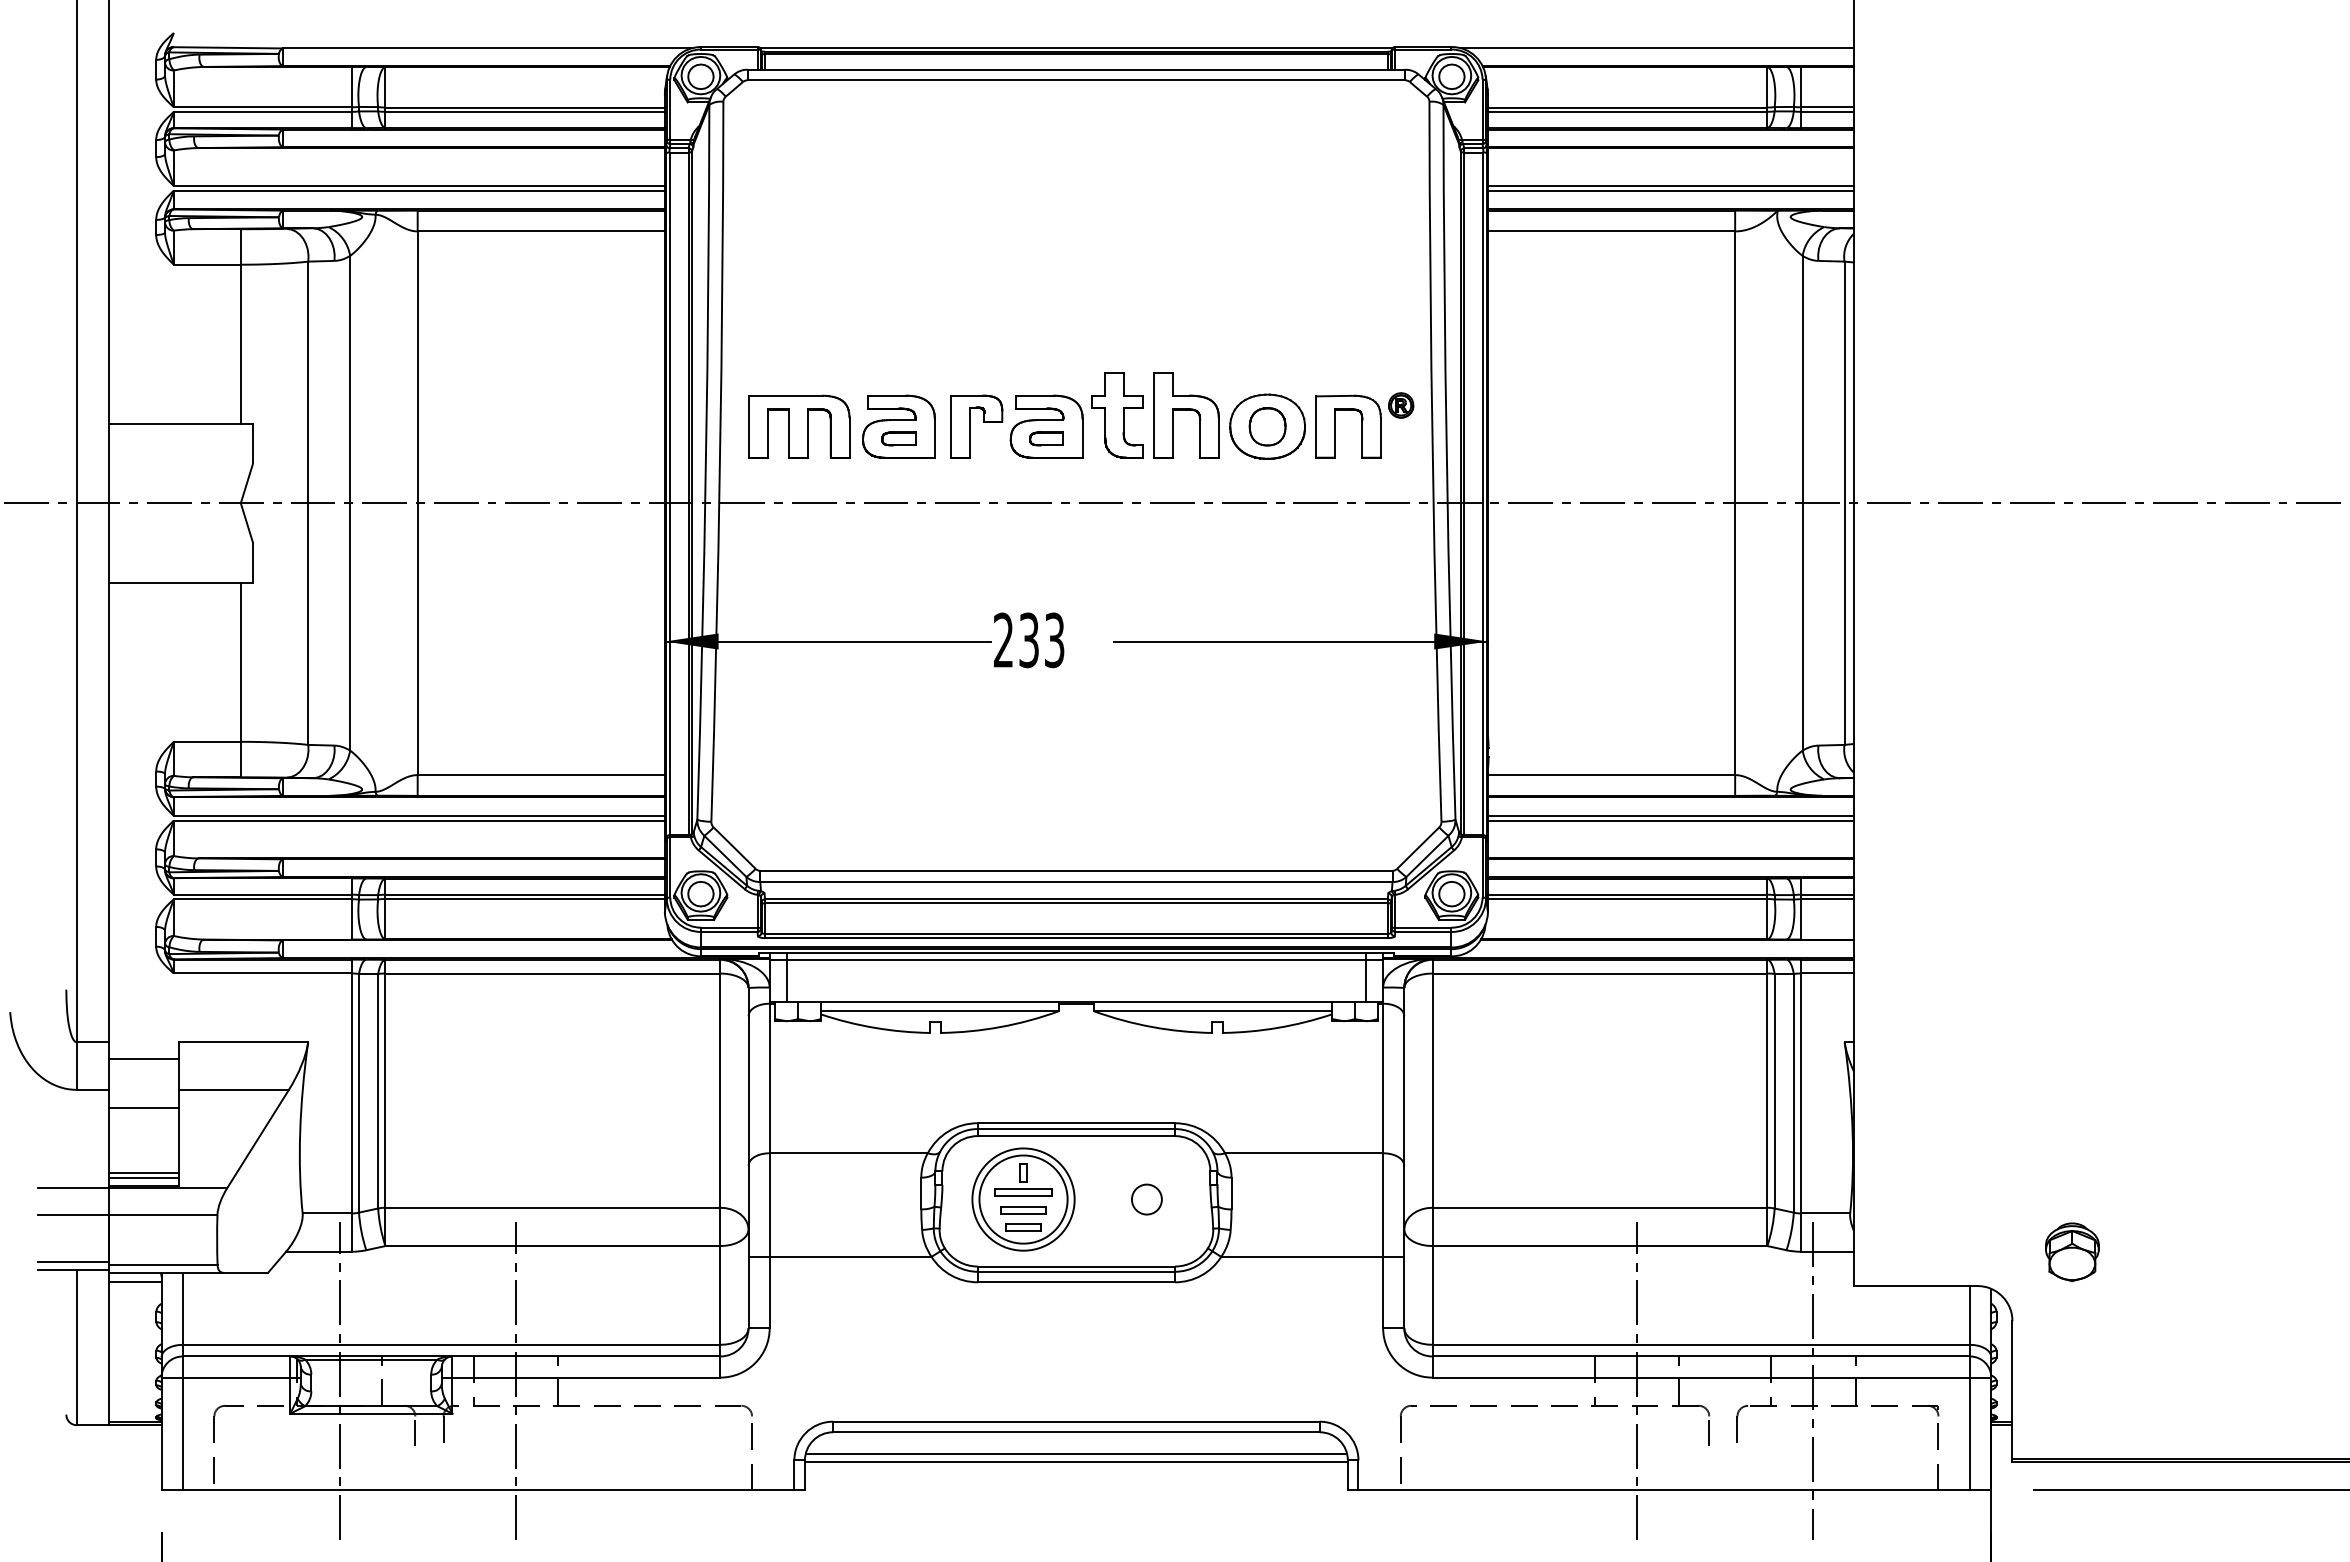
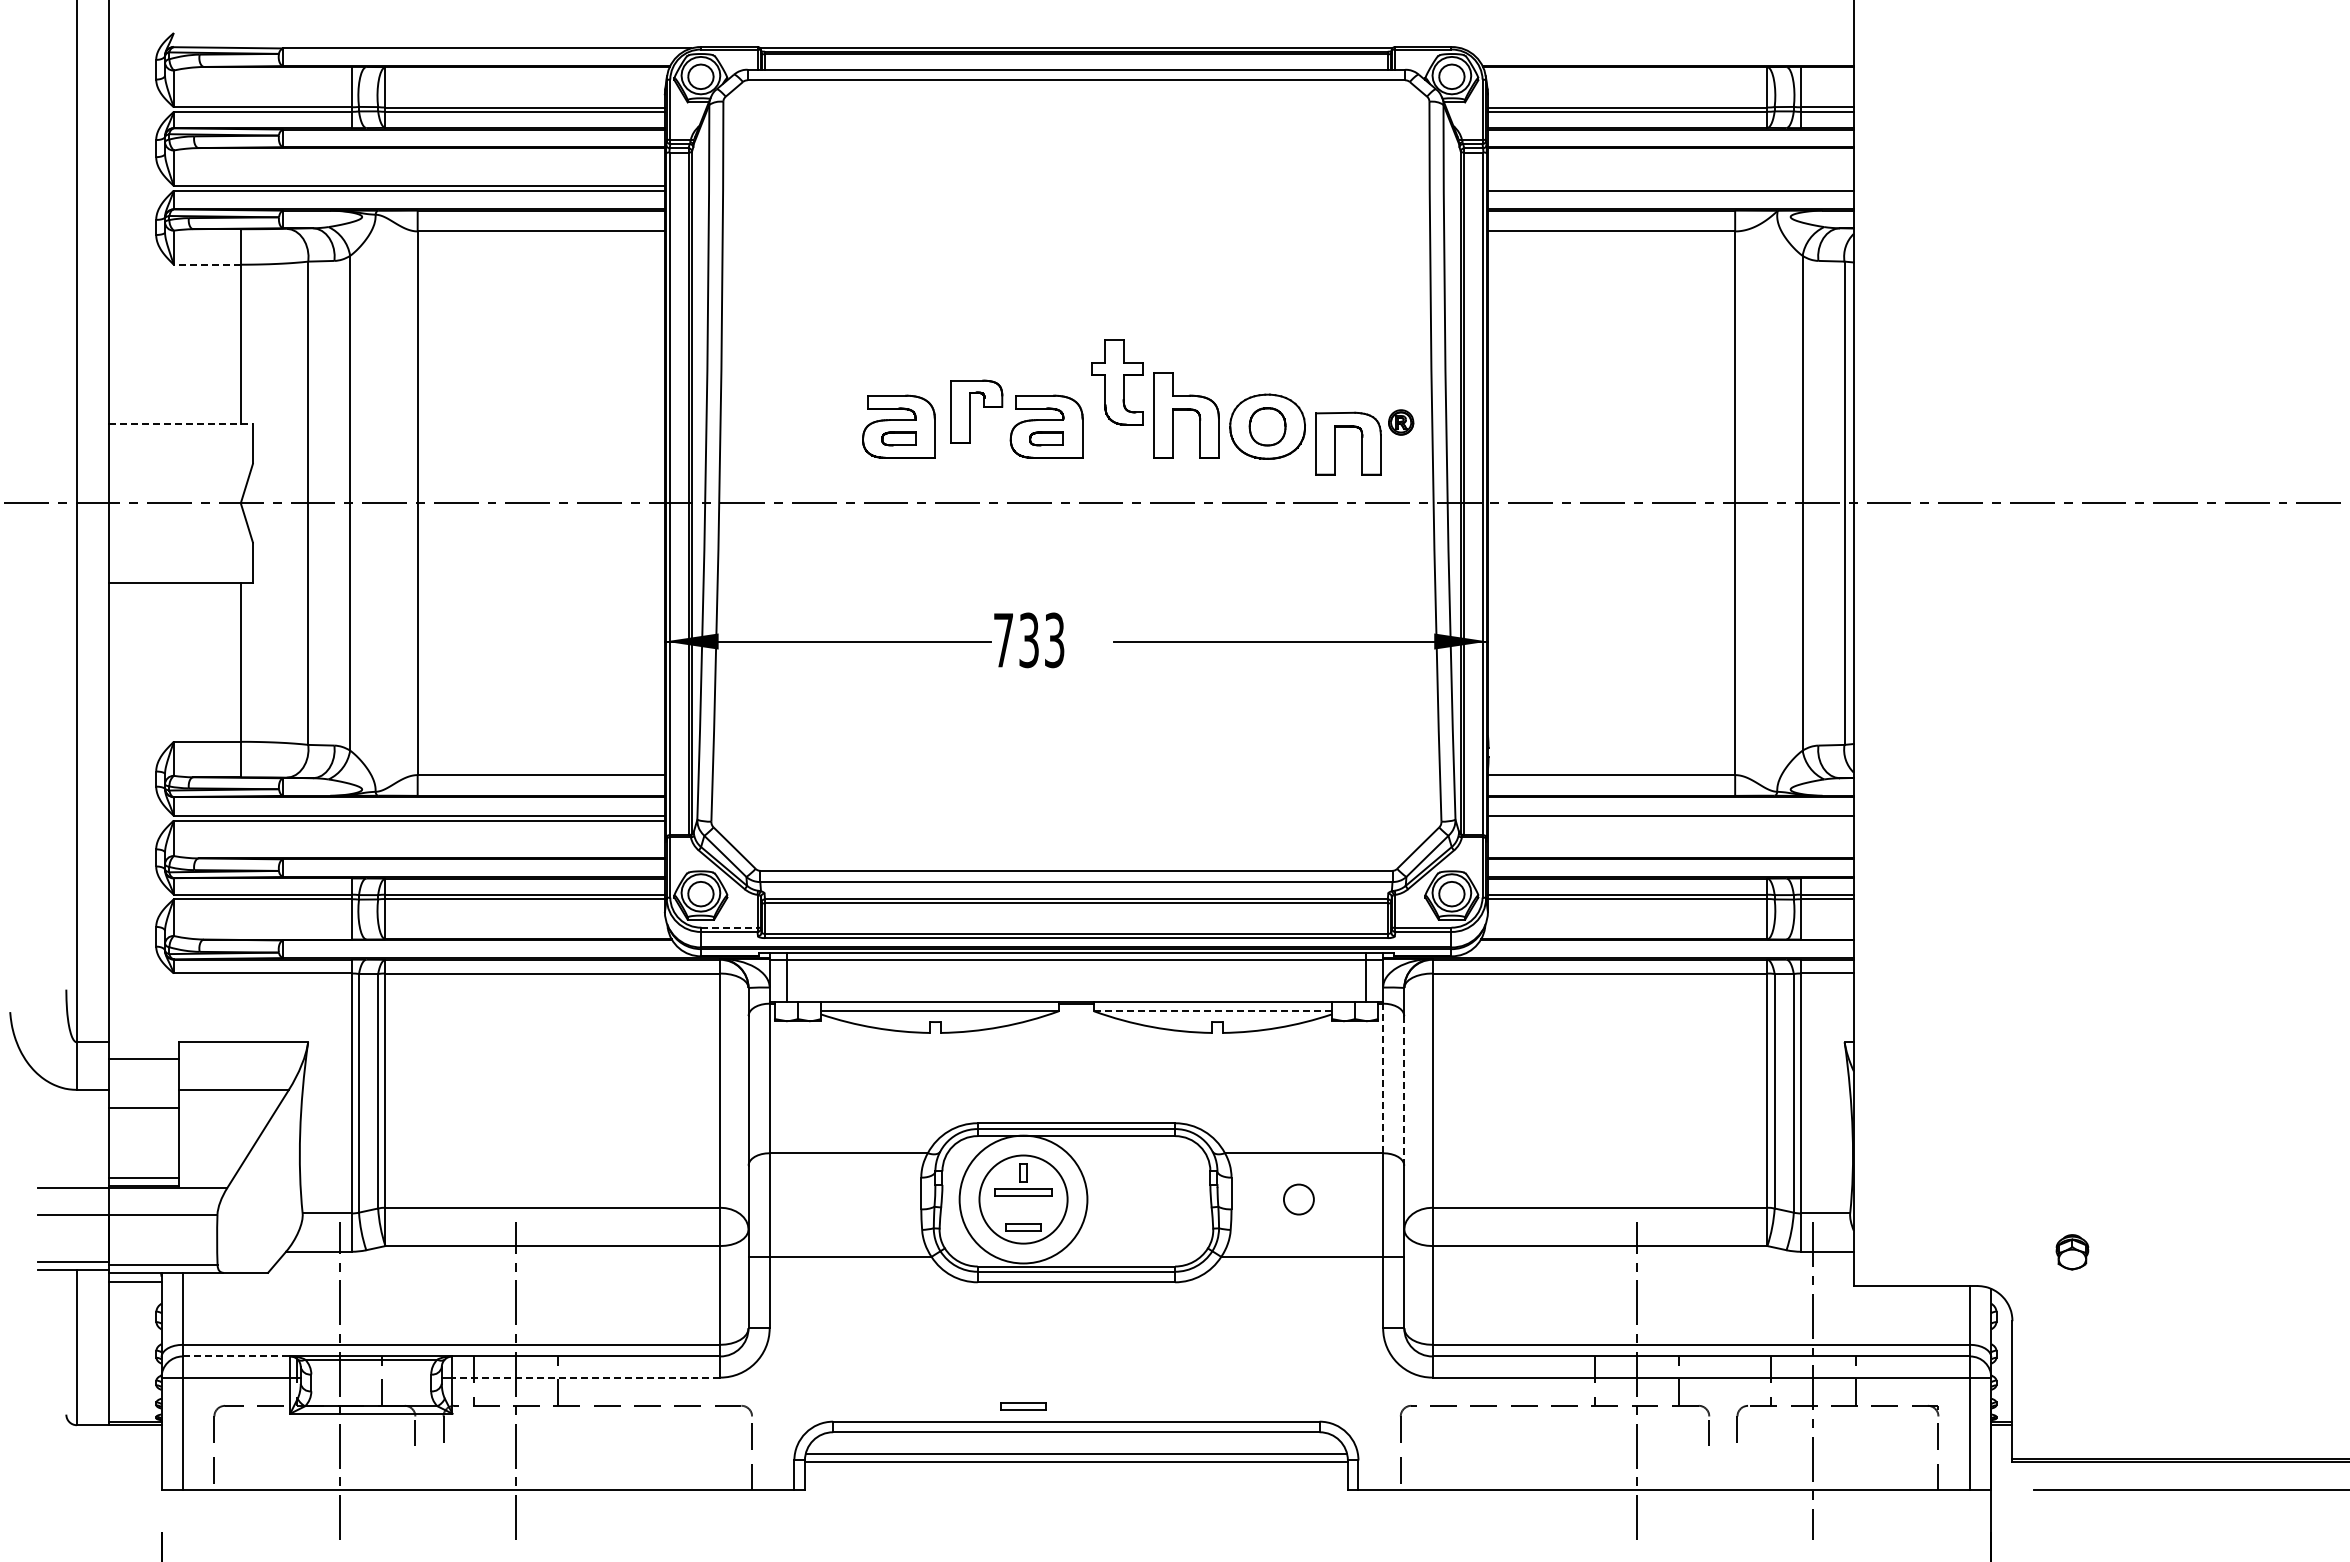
line at (1657, 48): present -> none
line at (1670, 185): present -> none
line at (206, 264): solid -> dashed
part at (1117, 415) position: (1117, 415) -> (1117, 382)
line at (181, 423): solid -> dashed
part at (1364, 425) position: (1364, 425) -> (1364, 442)
part at (799, 426): present -> none
part at (976, 426) position: (976, 426) -> (976, 411)
text at (1003, 639): 233 -> 733
line at (1670, 820): present -> none
line at (729, 927): solid -> dashed
line at (1213, 1011): solid -> dashed
line at (1383, 1078): solid -> dashed
line at (1404, 1090): solid -> dashed
line at (143, 1173): present -> none
circle at (1023, 1199) diameter: 102 px -> 128 px
circle at (1146, 1199) position: (1146, 1199) -> (1298, 1199)
part at (1023, 1210) position: (1023, 1210) -> (1023, 1406)
part at (2072, 1252) size: 55x61 px -> 35x37 px
line at (236, 1356): solid -> dashed
line at (586, 1377): solid -> dashed
